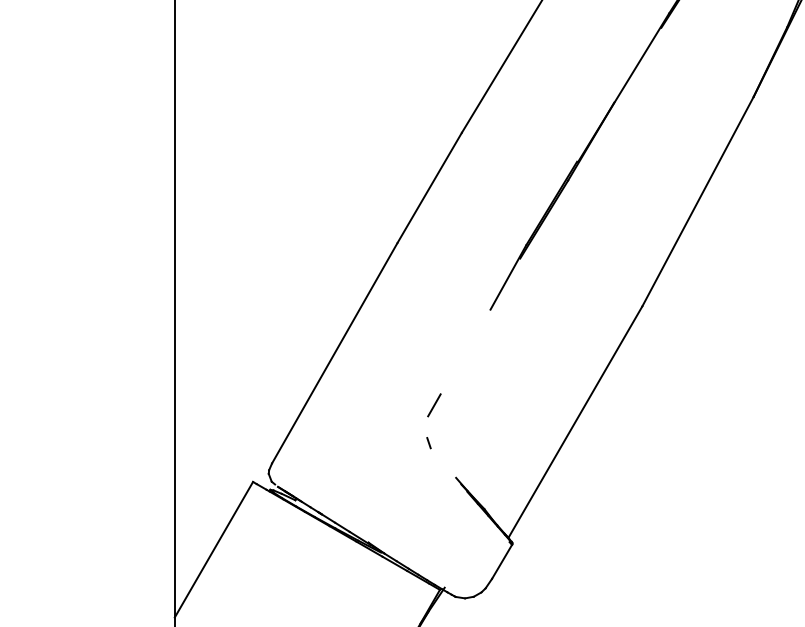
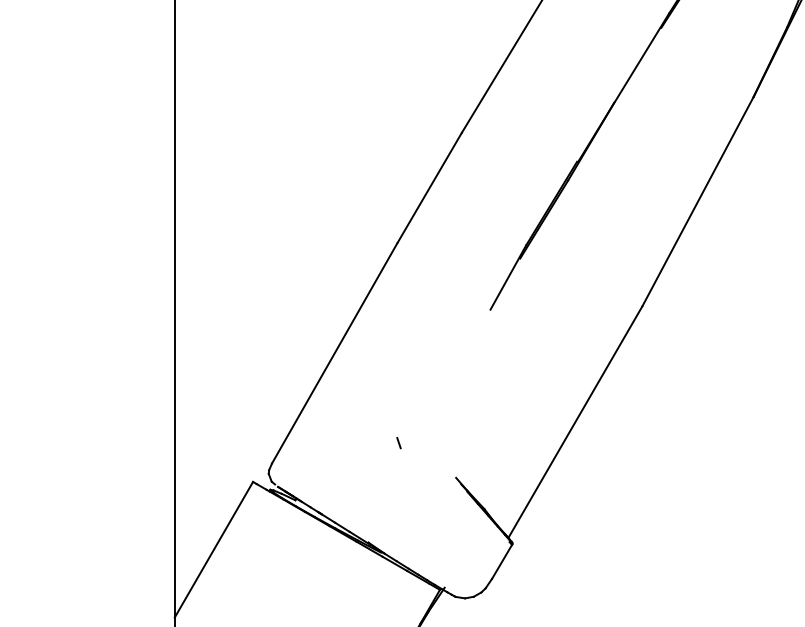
line at (434, 405): present -> none
line at (428, 443) position: (428, 443) -> (398, 443)
